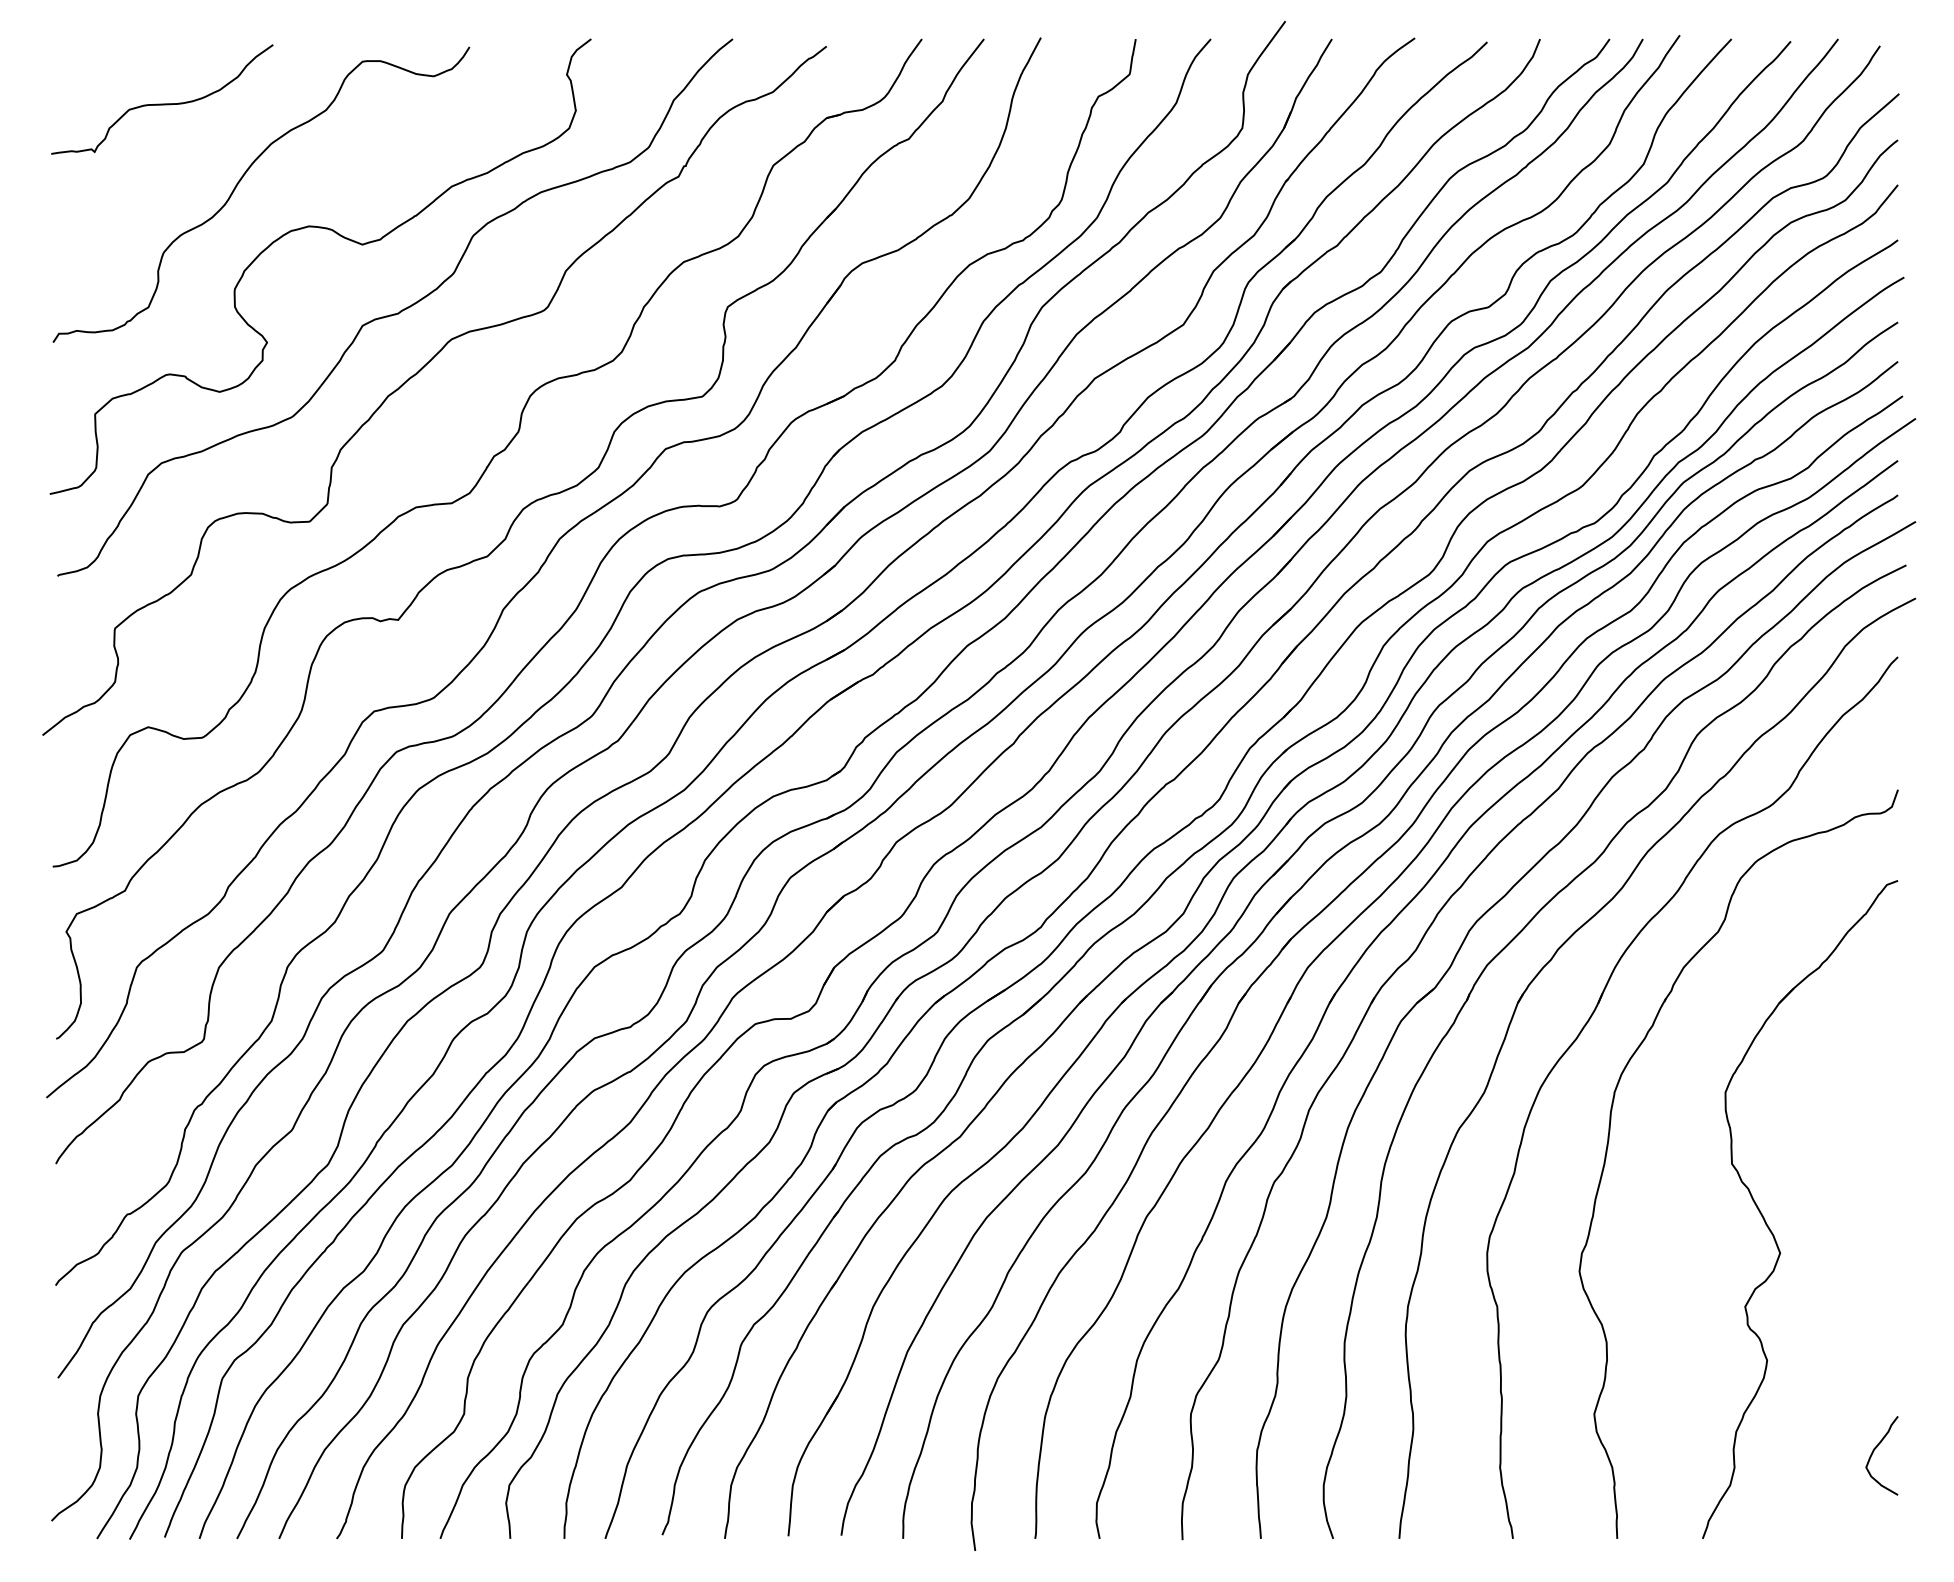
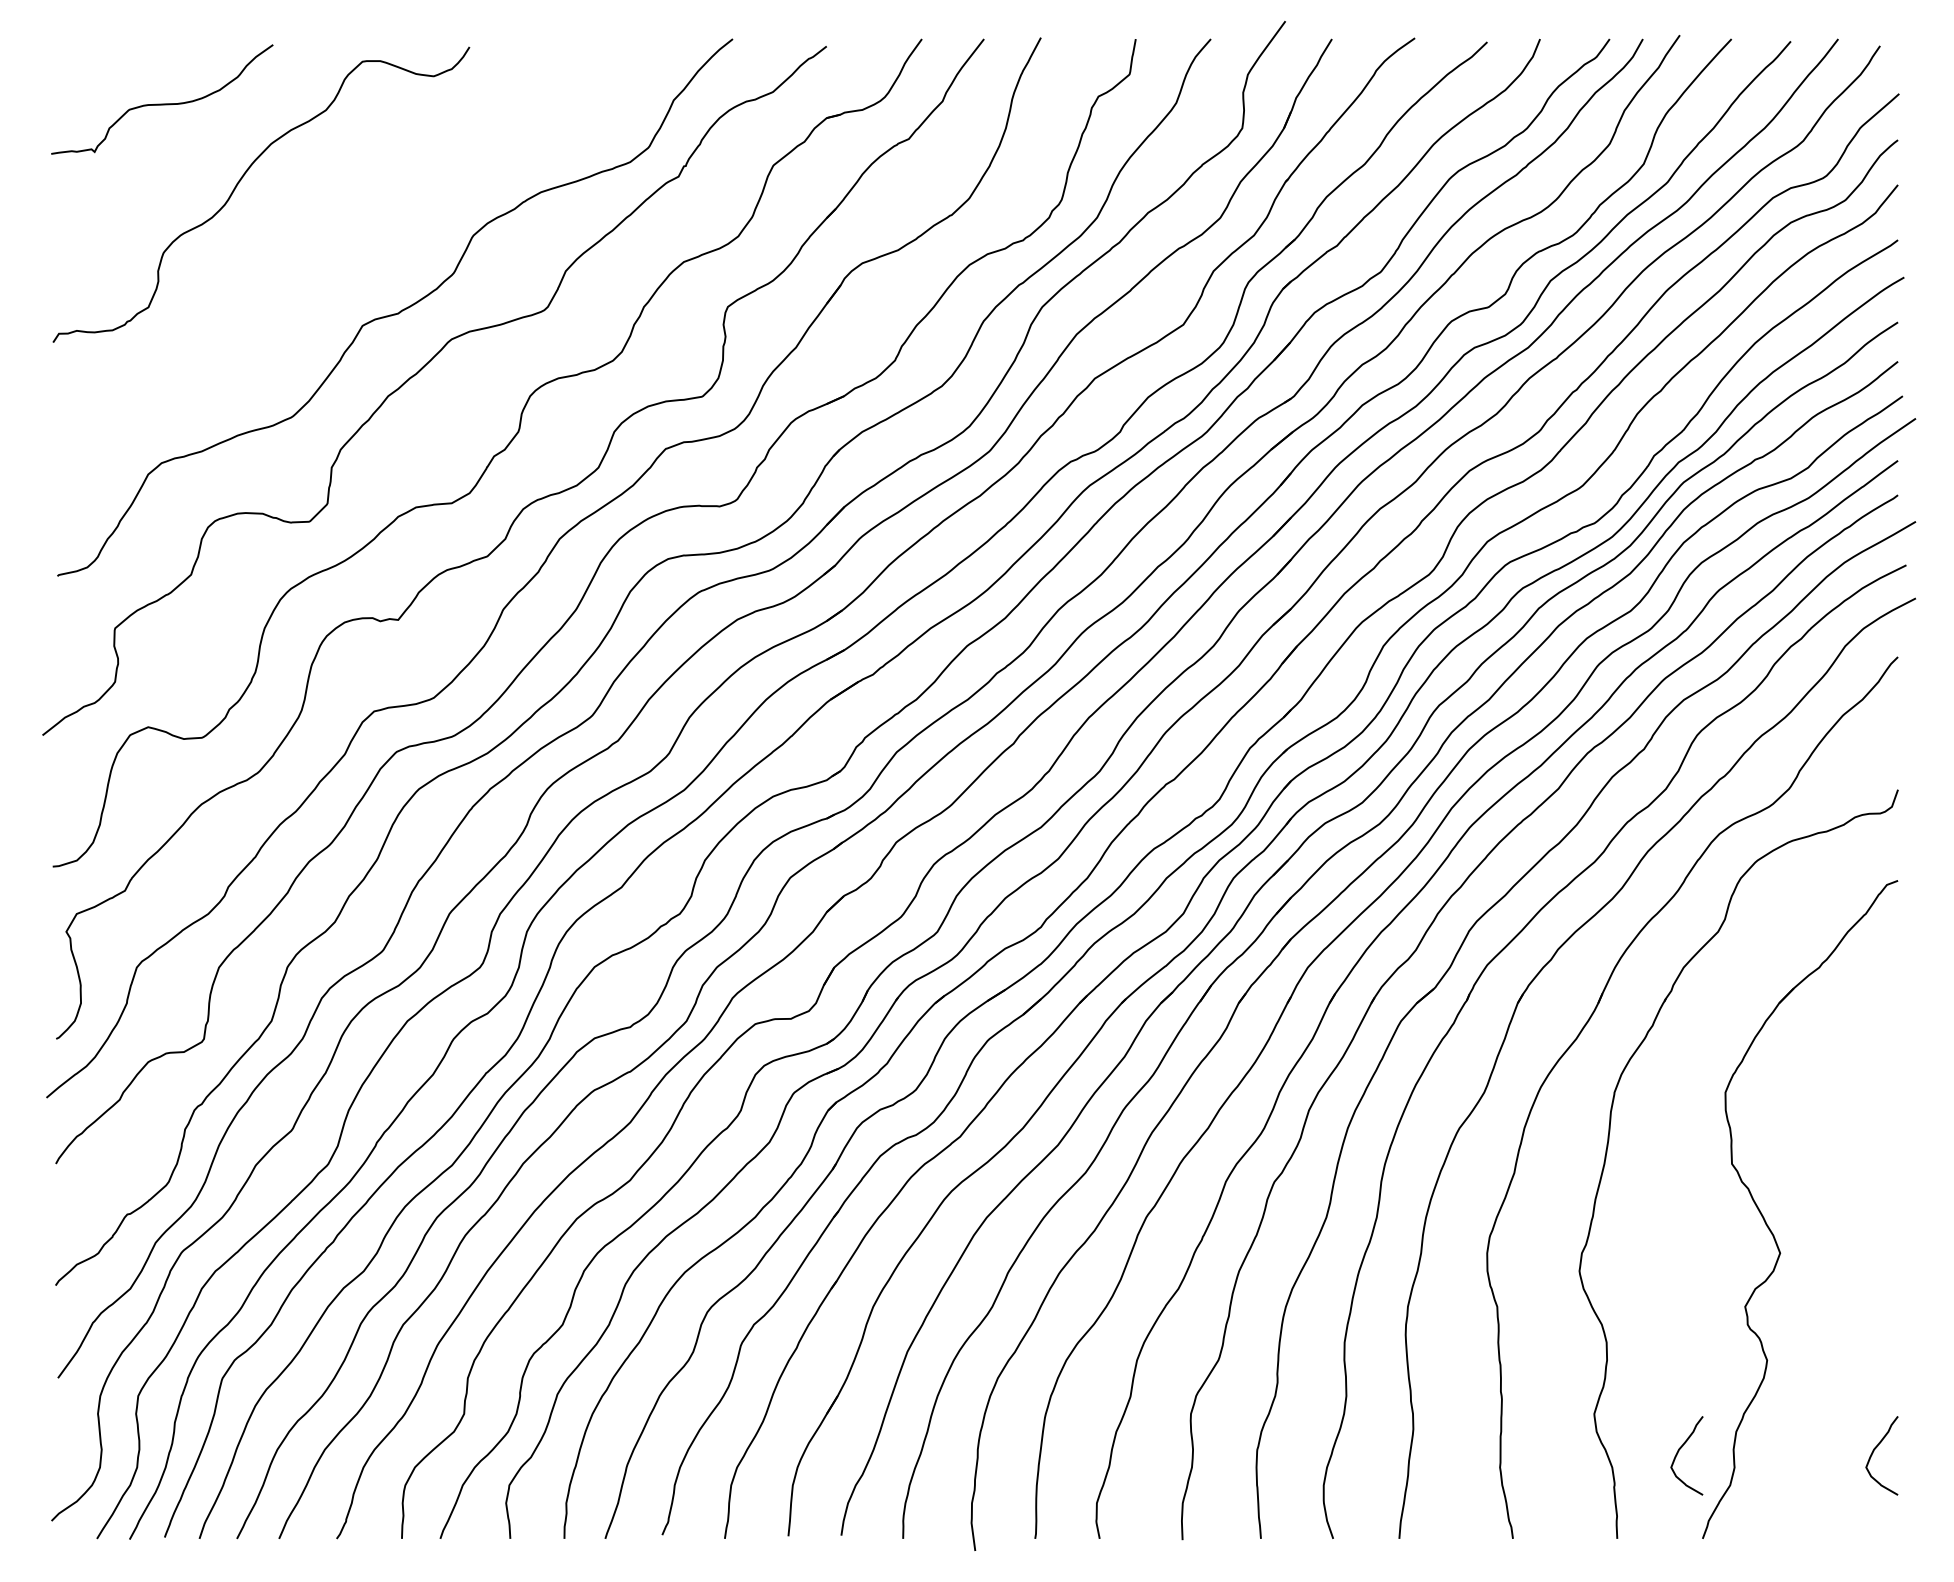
curve at (338, 235): present -> none
curve at (1679, 1451): none -> present
